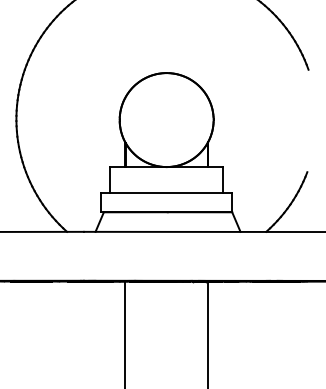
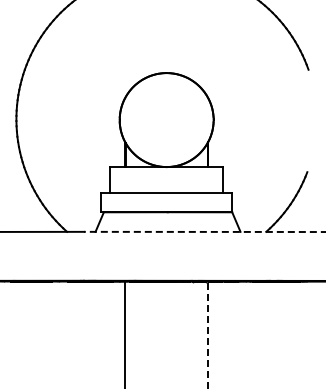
line at (204, 231): solid -> dashed
line at (208, 334): solid -> dashed
